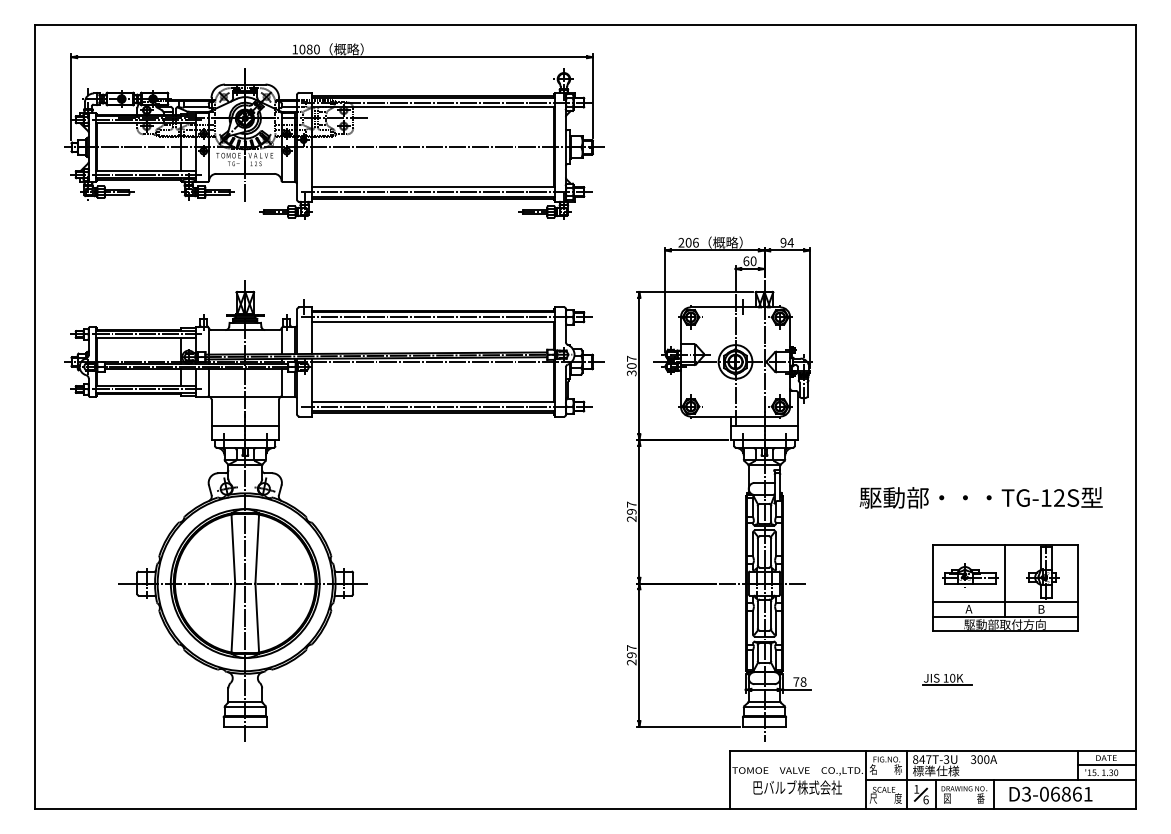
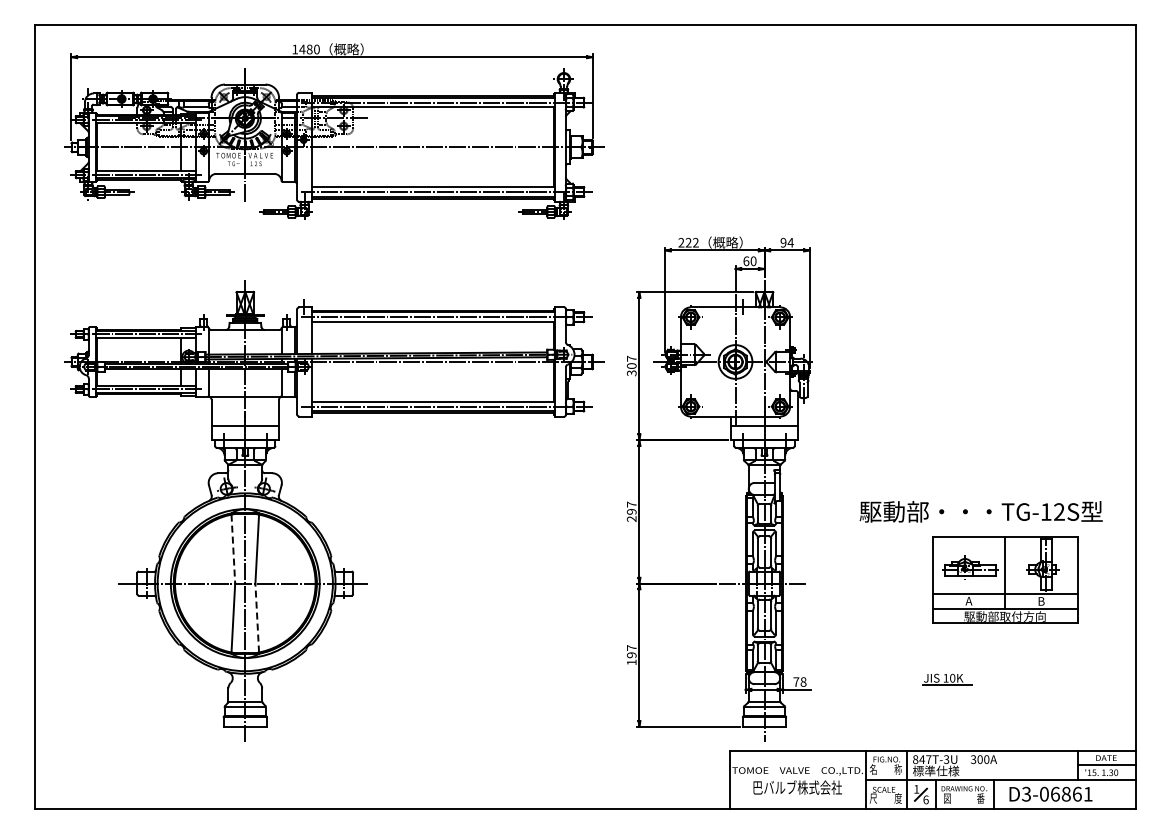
text at (302, 49): 1080 -> 1480
text at (691, 242): 206 -> 222
text at (980, 497) position: (980, 497) -> (980, 511)
line at (233, 549): solid -> dashed
part at (1005, 587) position: (1005, 587) -> (1005, 579)
line at (257, 618): solid -> dashed
text at (631, 662): 297 -> 197
